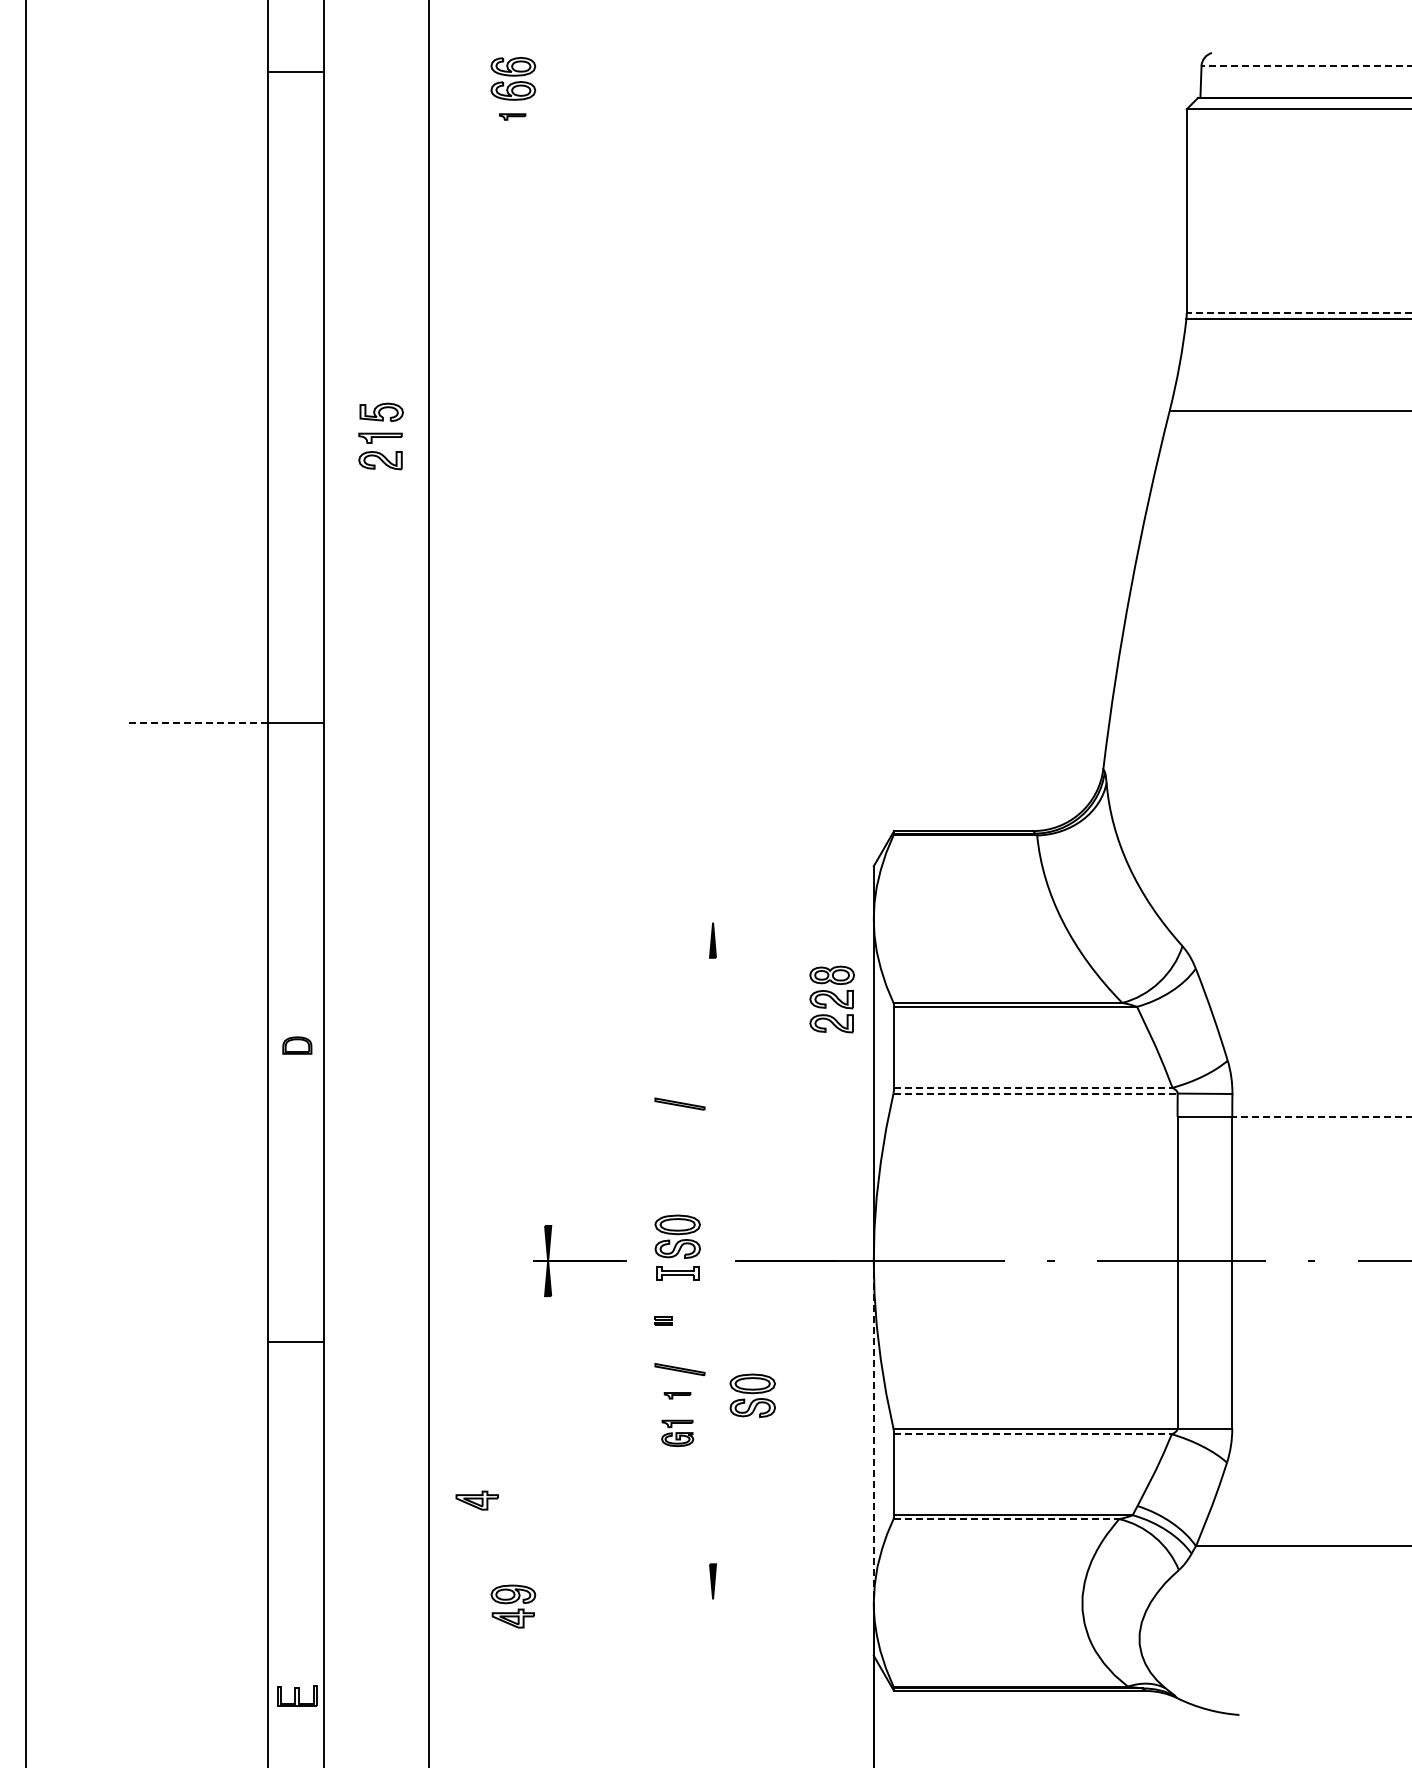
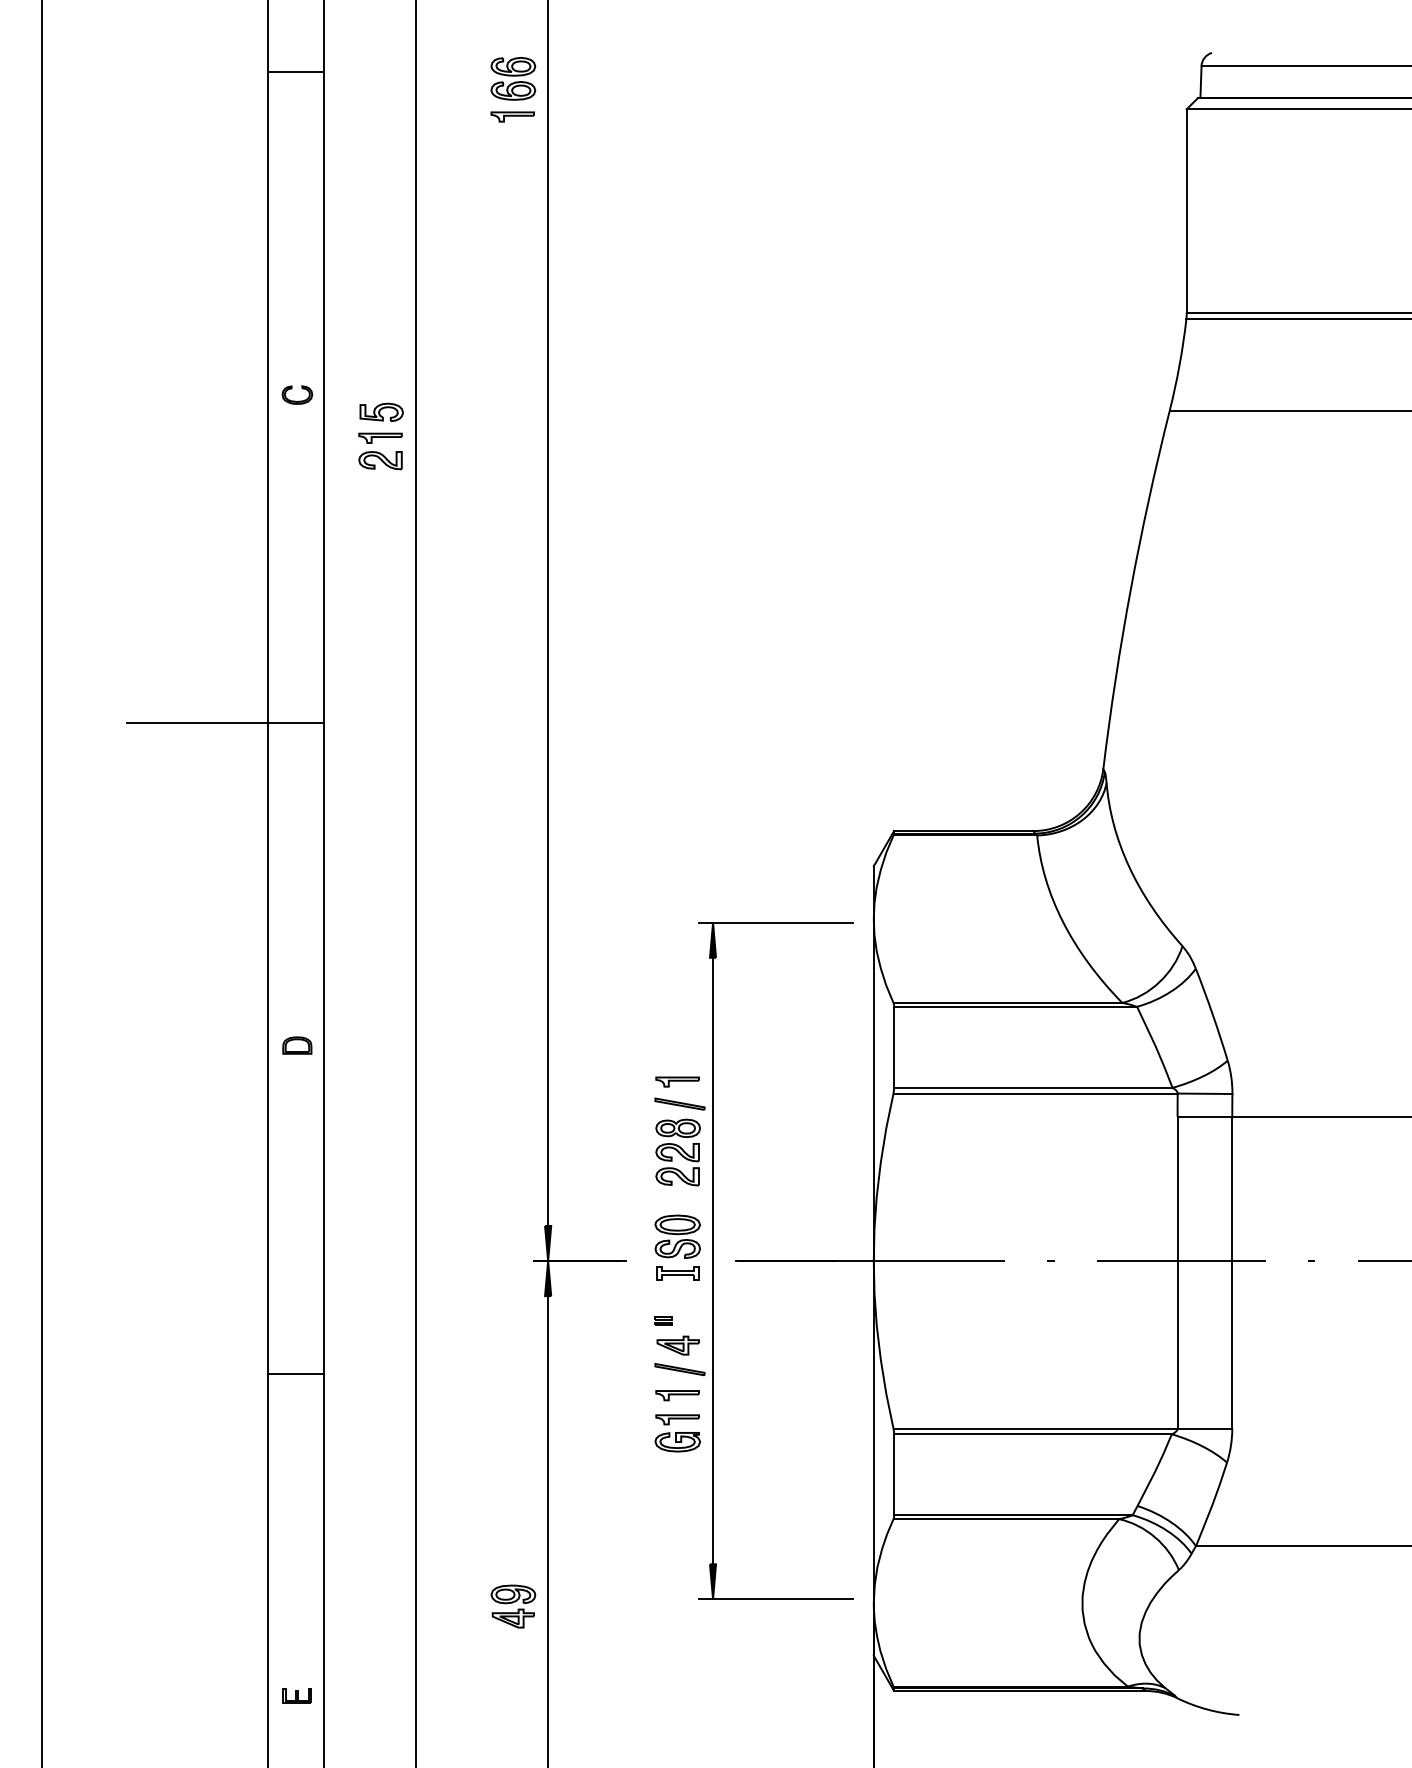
line at (1306, 66): dashed -> solid
part at (512, 116) size: 28x8 px -> 45x12 px
line at (1298, 313): dashed -> solid
part at (298, 400): none -> present
line at (548, 613): none -> present
line at (196, 722): dashed -> solid
line at (26, 883) position: (26, 883) -> (42, 883)
line at (428, 883) position: (428, 883) -> (415, 883)
line at (775, 922): none -> present
part at (831, 999) position: (831, 999) -> (677, 1152)
part at (677, 1081): none -> present
line at (1033, 1087): dashed -> solid
line at (1036, 1093): dashed -> solid
line at (1322, 1116): dashed -> solid
line at (713, 1260): none -> present
line at (295, 1341) position: (295, 1341) -> (295, 1373)
part at (677, 1395) size: 29x8 px -> 45x12 px
part at (752, 1395): present -> none
line at (873, 1431): dashed -> solid
part at (677, 1433) size: 34x29 px -> 47x39 px
line at (1032, 1434): dashed -> solid
part at (476, 1500) position: (476, 1500) -> (677, 1345)
line at (1006, 1519): dashed -> solid
line at (548, 1530): none -> present
line at (775, 1599): none -> present
part at (297, 1695) size: 41x22 px -> 30x16 px
